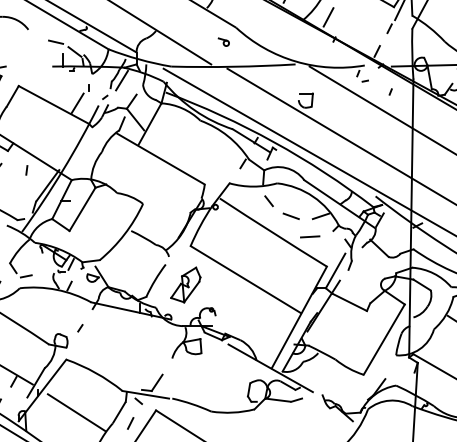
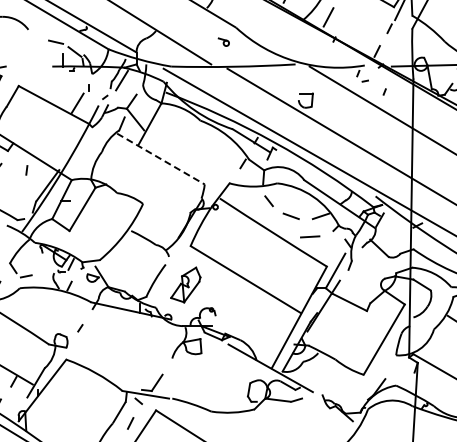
line at (390, 91) position: (390, 91) -> (384, 91)
line at (160, 159): solid -> dashed
line at (76, 412): present -> none
